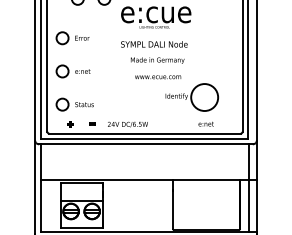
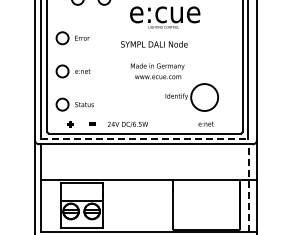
text at (156, 17) position: (156, 17) -> (165, 17)
text at (157, 60) position: (157, 60) -> (157, 66)
line at (144, 138): solid -> dashed
line at (249, 188): solid -> dashed
